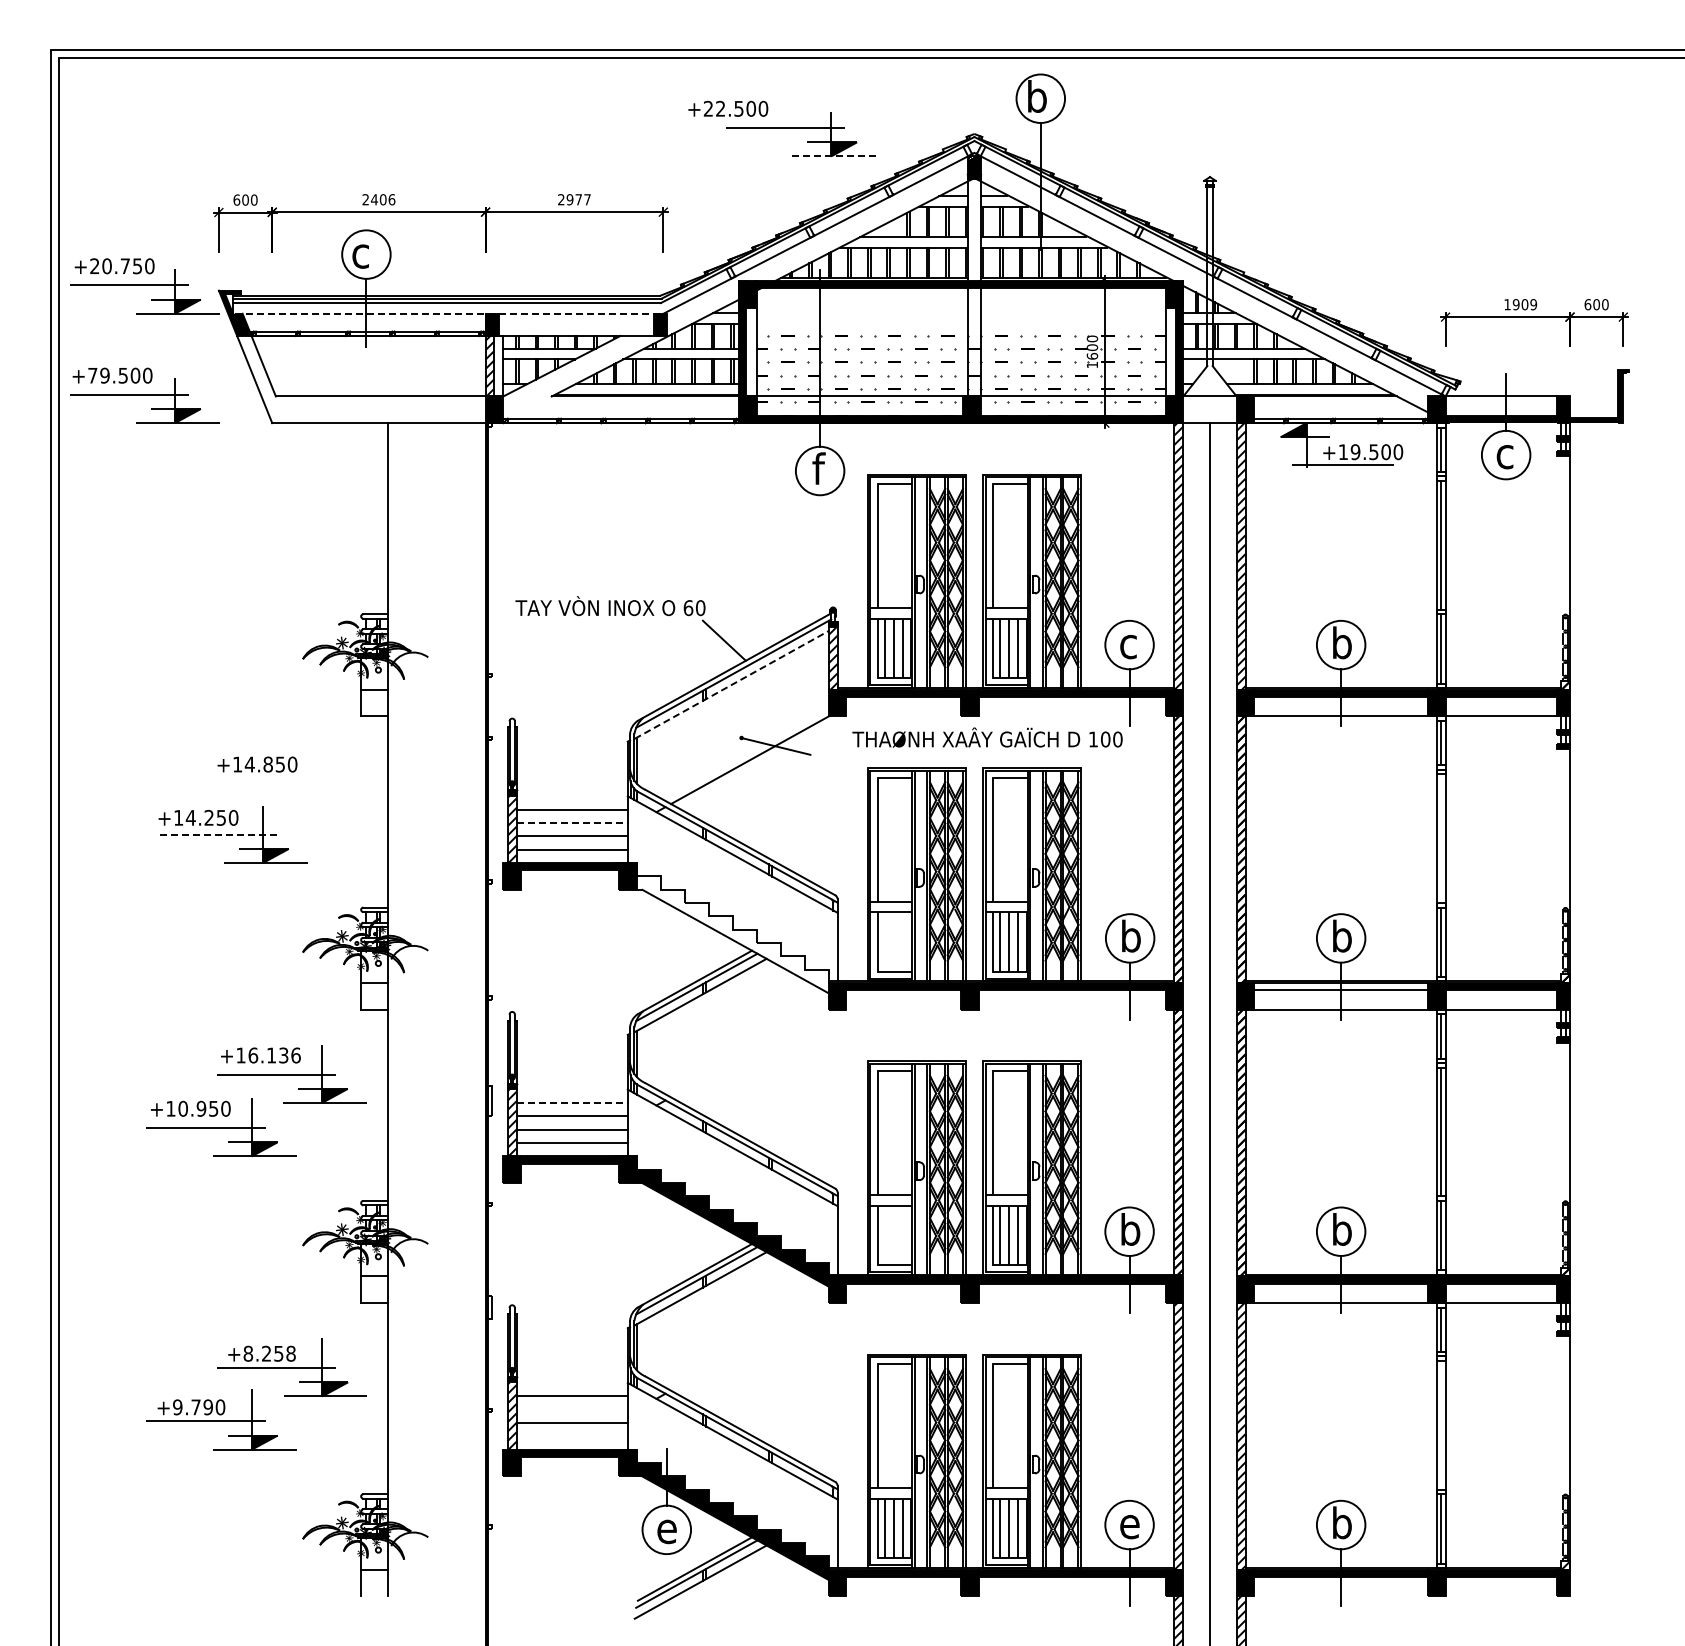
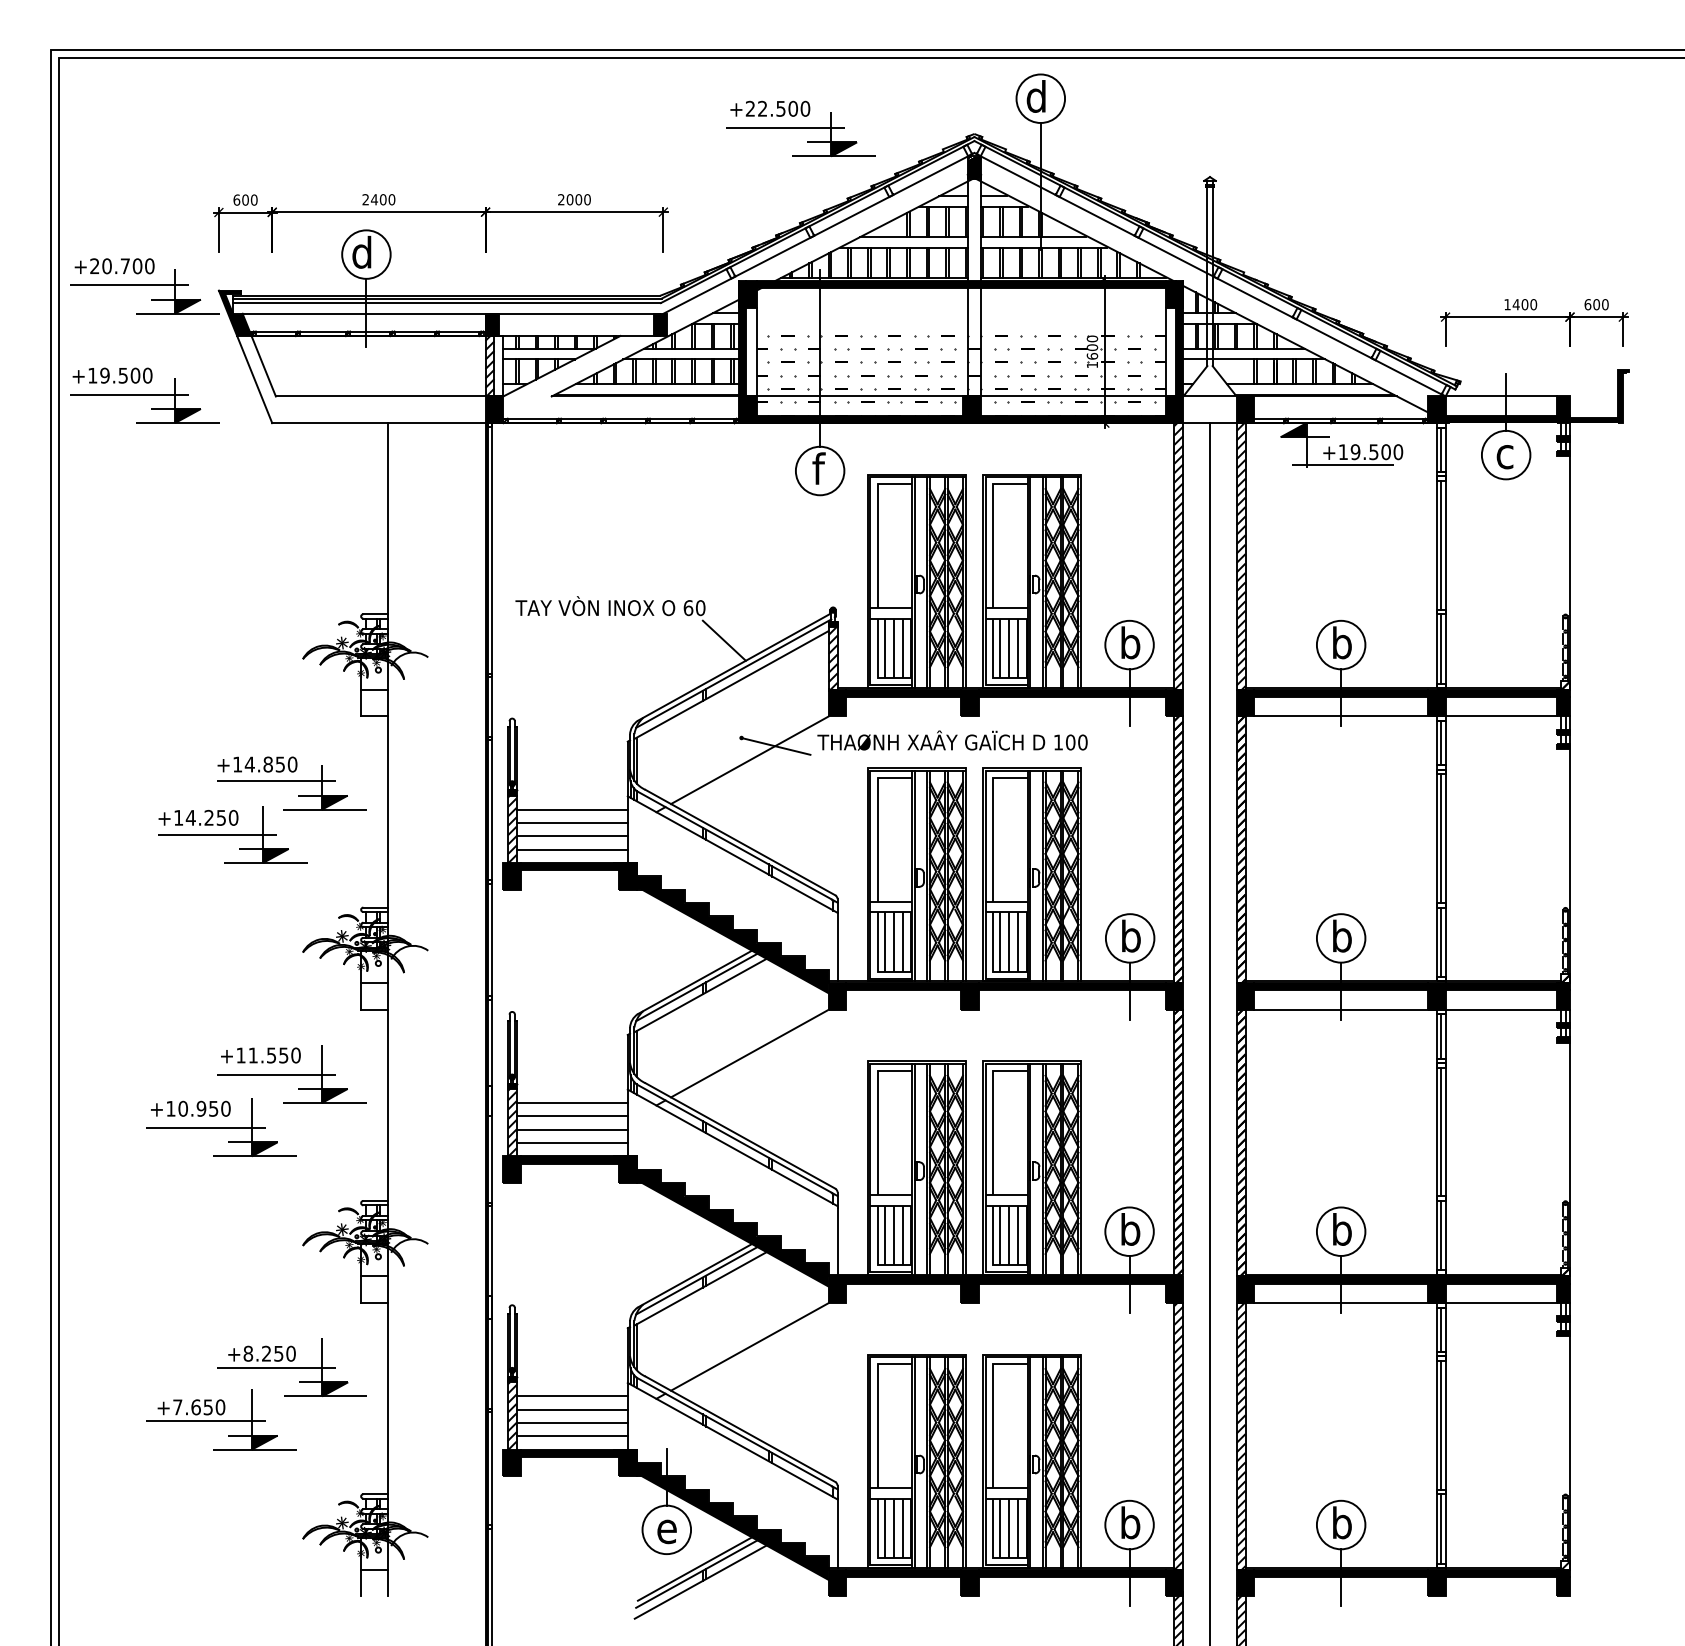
text at (1036, 96): b -> d
text at (728, 108) position: (728, 108) -> (770, 108)
line at (834, 156): dashed -> solid
text at (391, 199): 2406 -> 2400
text at (578, 199): 2977 -> 2000
text at (362, 251): c -> d
text at (137, 266): +20.750 -> +20.700
text at (1524, 304): 1909 -> 1400
line at (446, 313): dashed -> solid
text at (92, 375): +79.500 -> +19.500
text at (1130, 642): c -> b
line at (731, 684): dashed -> solid
text at (987, 737) position: (987, 737) -> (952, 740)
part at (291, 787): none -> present
line at (572, 823): dashed -> solid
line at (217, 834): dashed -> solid
line at (1441, 838): none -> present
fill at (732, 934): none -> present
hatch at (897, 941): none -> present
fill at (1340, 986): none -> present
line at (492, 1032): none -> present
line at (749, 1053): none -> present
text at (274, 1055): +16.136 -> +11.550
line at (572, 1103): dashed -> solid
hatch at (897, 1234): none -> present
line at (749, 1346): none -> present
text at (290, 1353): +8.258 -> +8.250
text at (193, 1407): +9.790 -> +7.650
line at (571, 1409): none -> present
line at (1441, 1424): none -> present
line at (571, 1436): none -> present
text at (1130, 1522): e -> b
